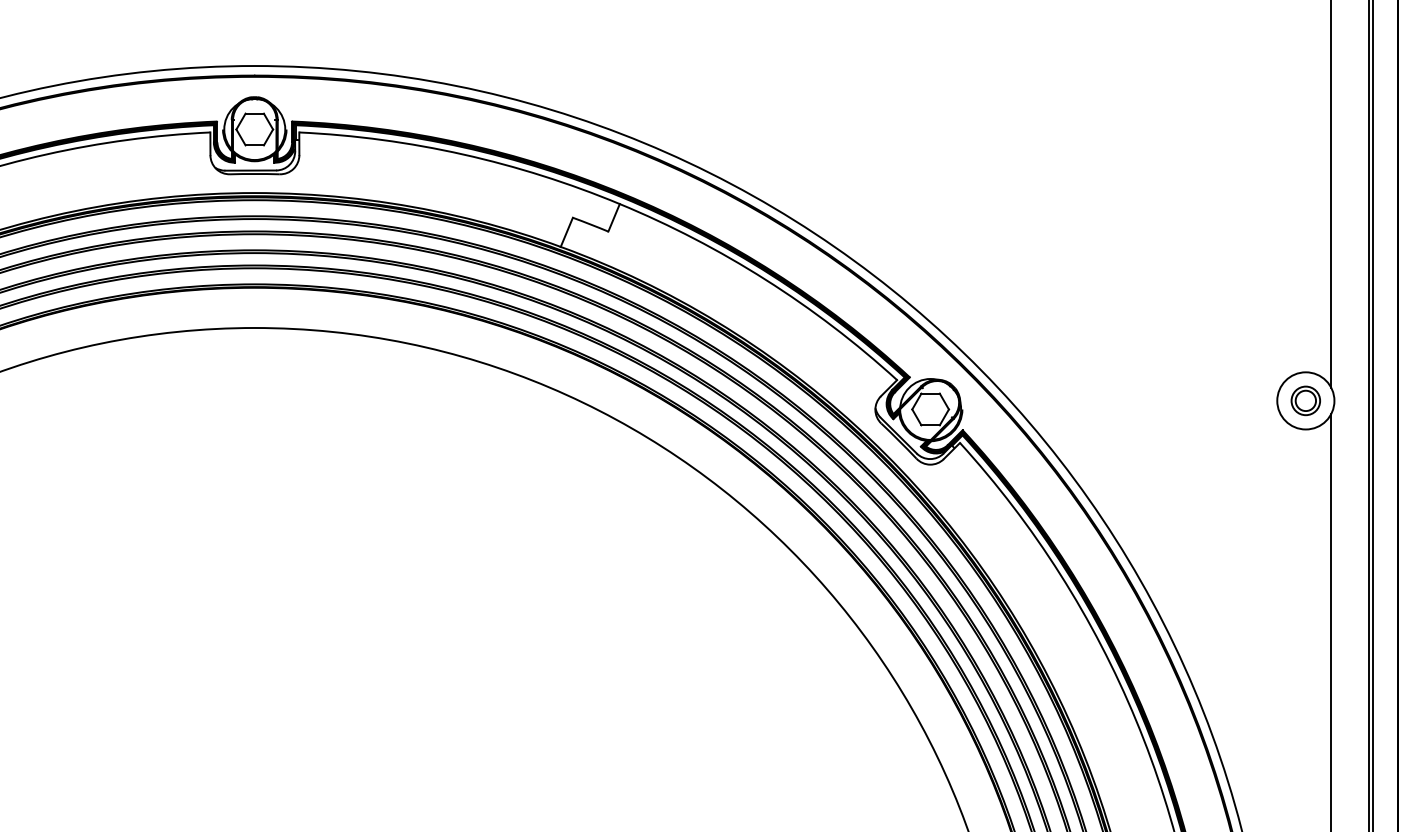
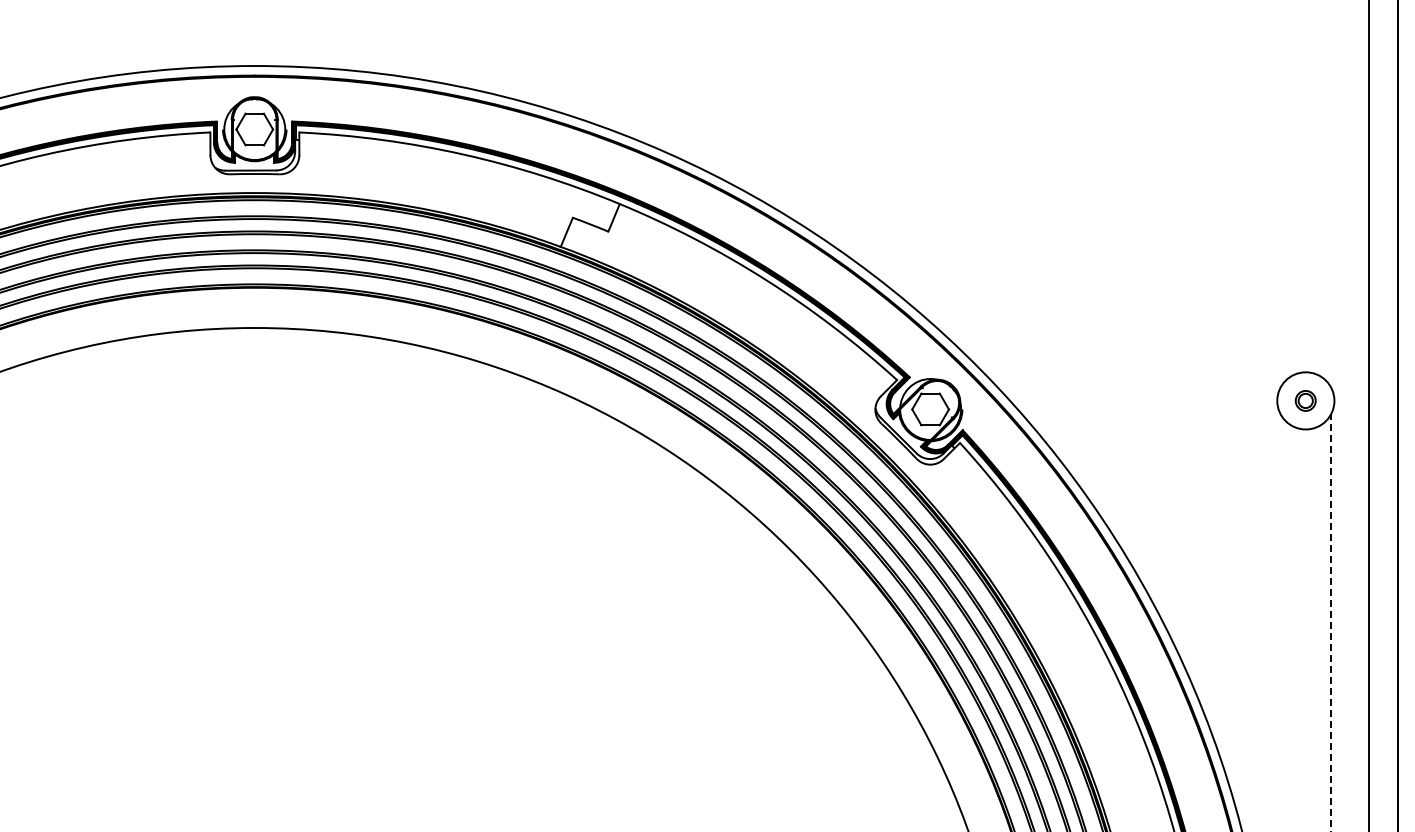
line at (1331, 194): present -> none
part at (1305, 400) size: 31x32 px -> 23x22 px
line at (1372, 415): present -> none
line at (1331, 622): solid -> dashed
